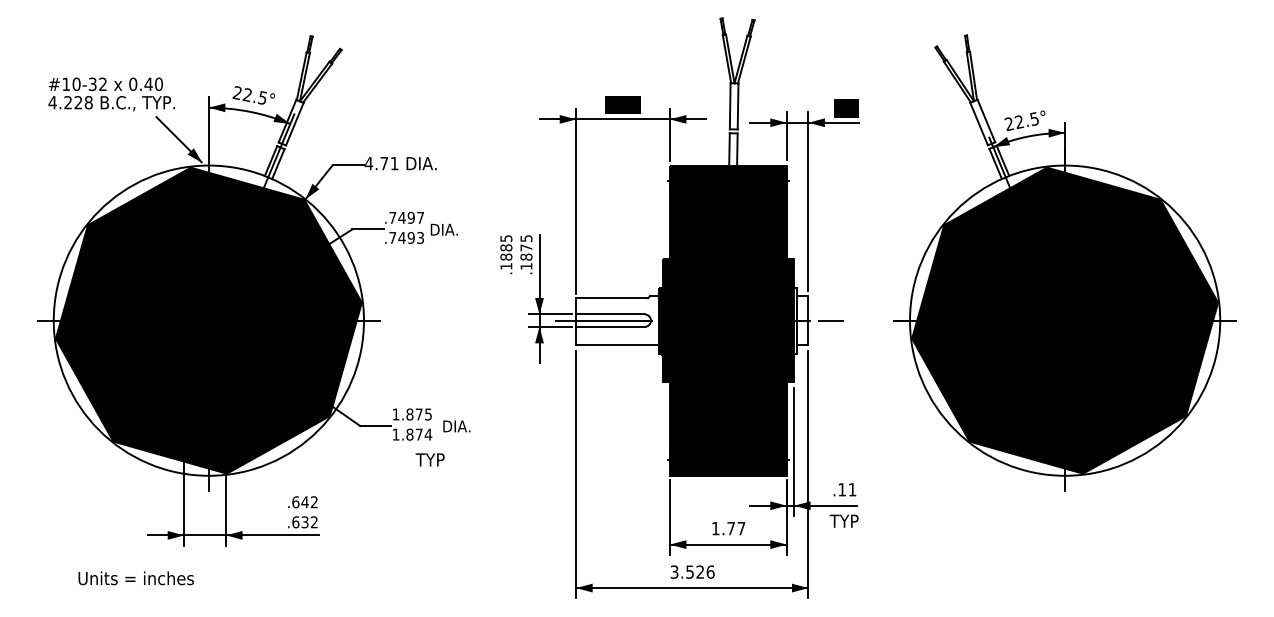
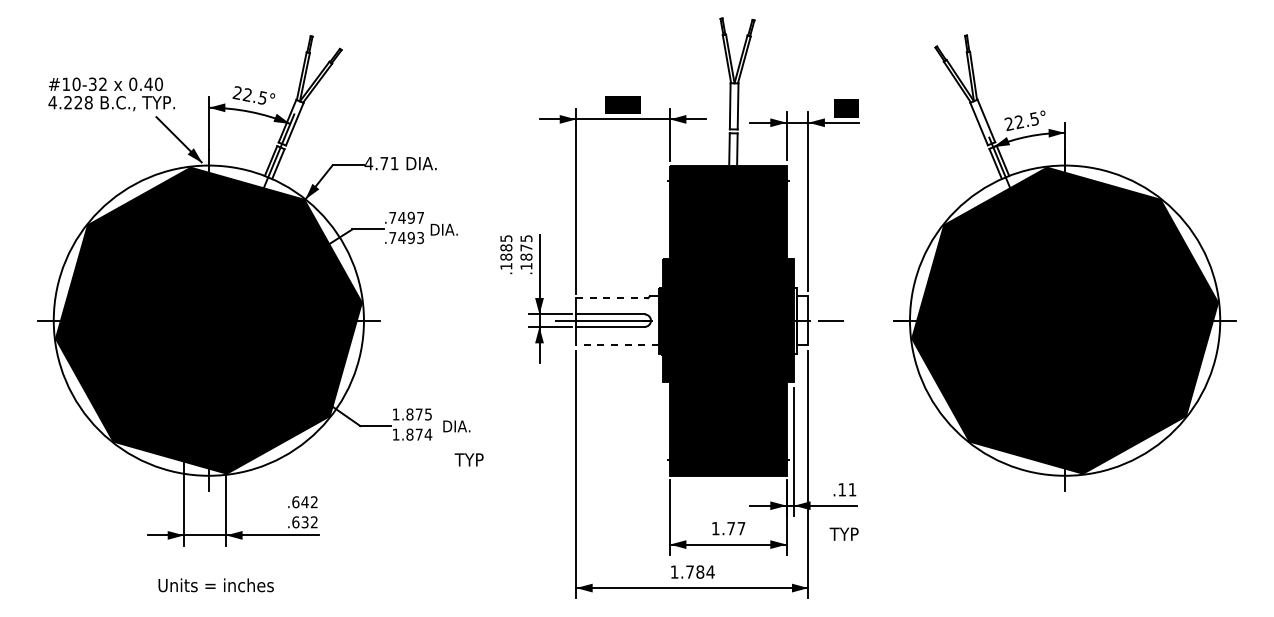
line at (612, 298): solid -> dashed
line at (616, 345): solid -> dashed
text at (429, 459) position: (429, 459) -> (468, 459)
text at (843, 520) position: (843, 520) -> (843, 533)
text at (692, 571): 3.526 -> 1.784
text at (135, 578) position: (135, 578) -> (215, 585)
